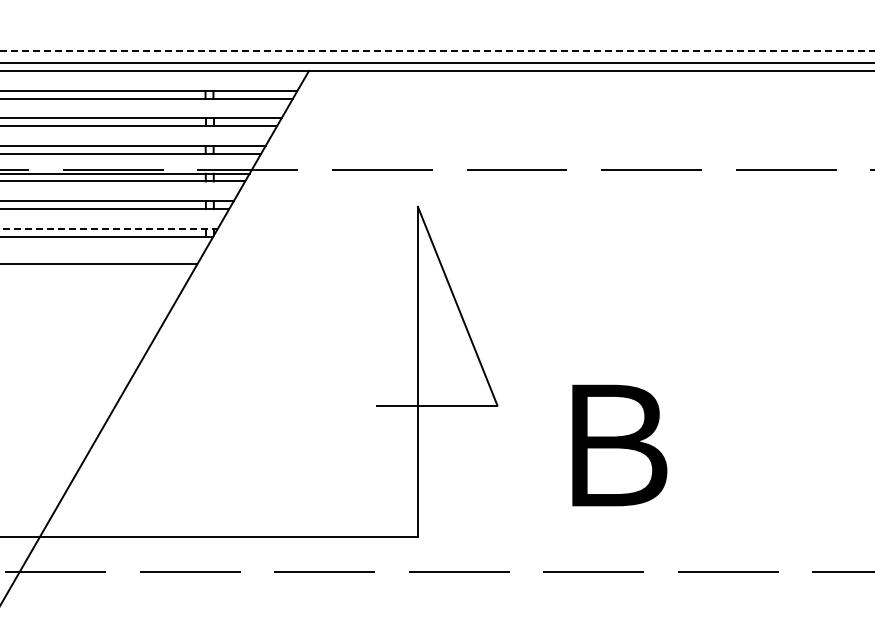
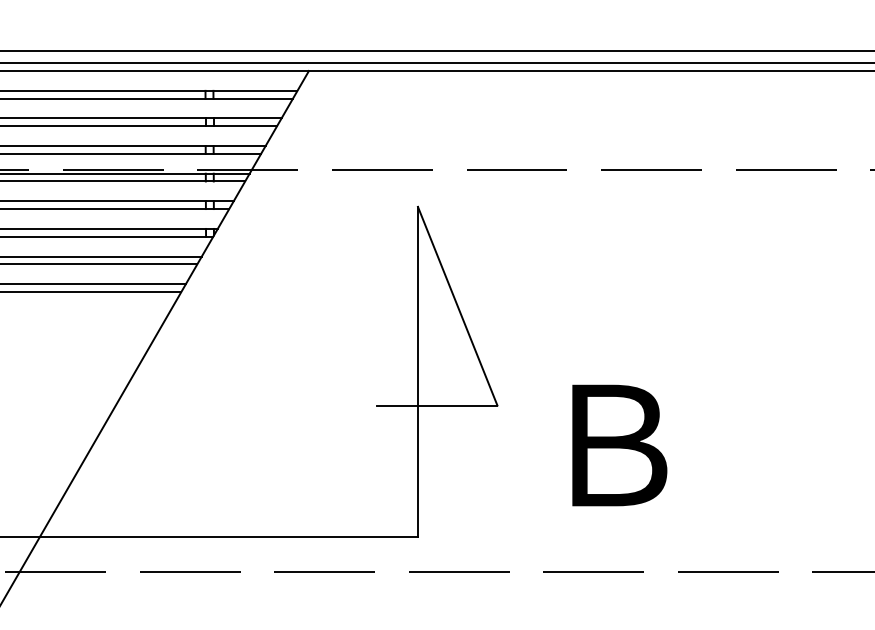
line at (437, 51): dashed -> solid
line at (109, 228): dashed -> solid
line at (101, 256): none -> present
line at (93, 284): none -> present
line at (91, 291): none -> present
